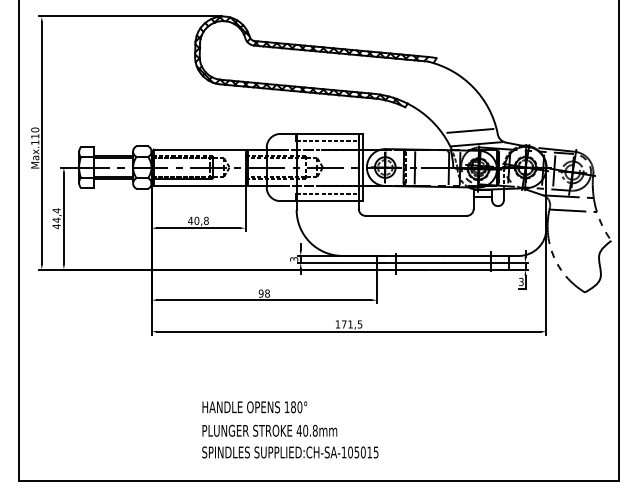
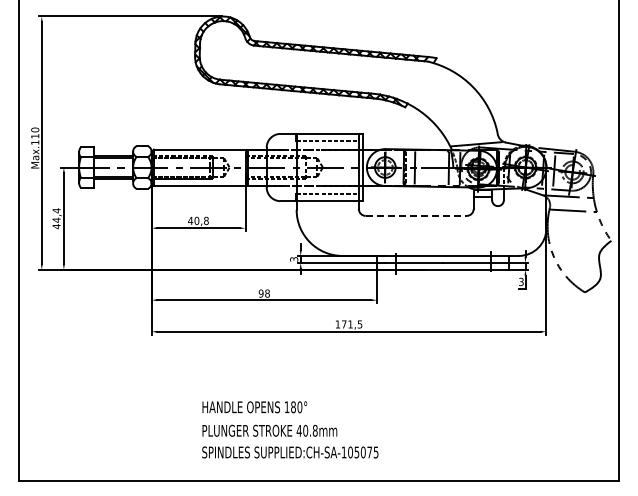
line at (470, 130): present -> none
line at (416, 215): solid -> dashed
text at (369, 452): SUPPLIED:CH-SA-105015 -> SUPPLIED:CH-SA-105075
